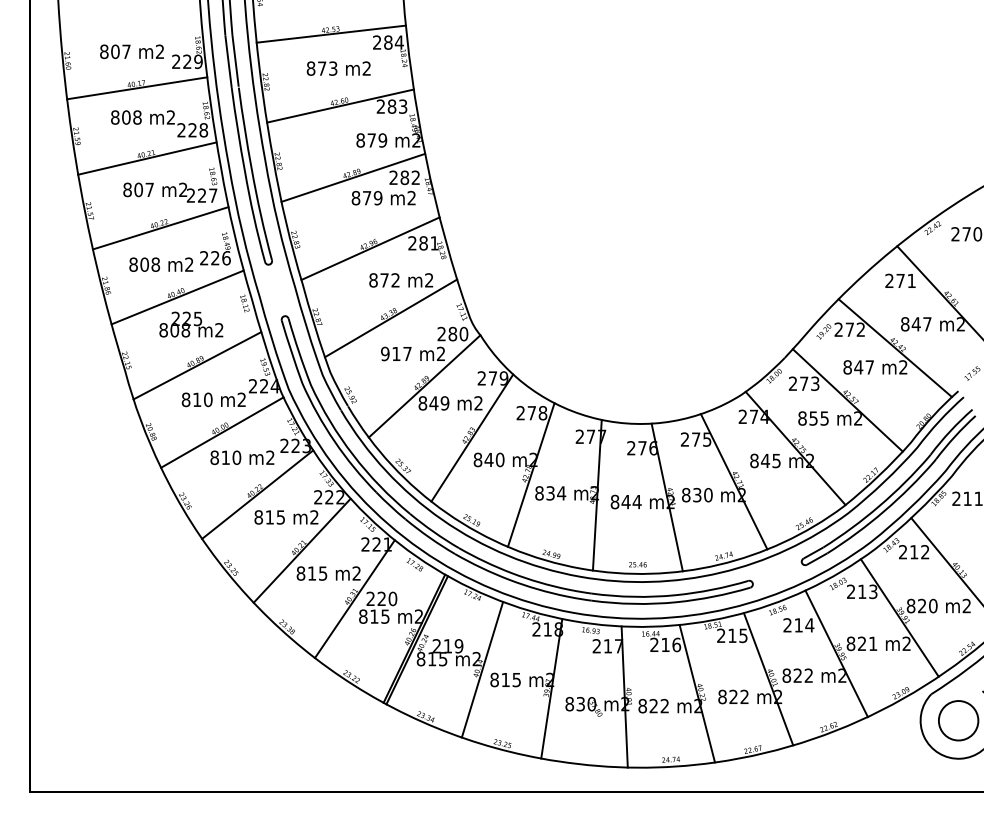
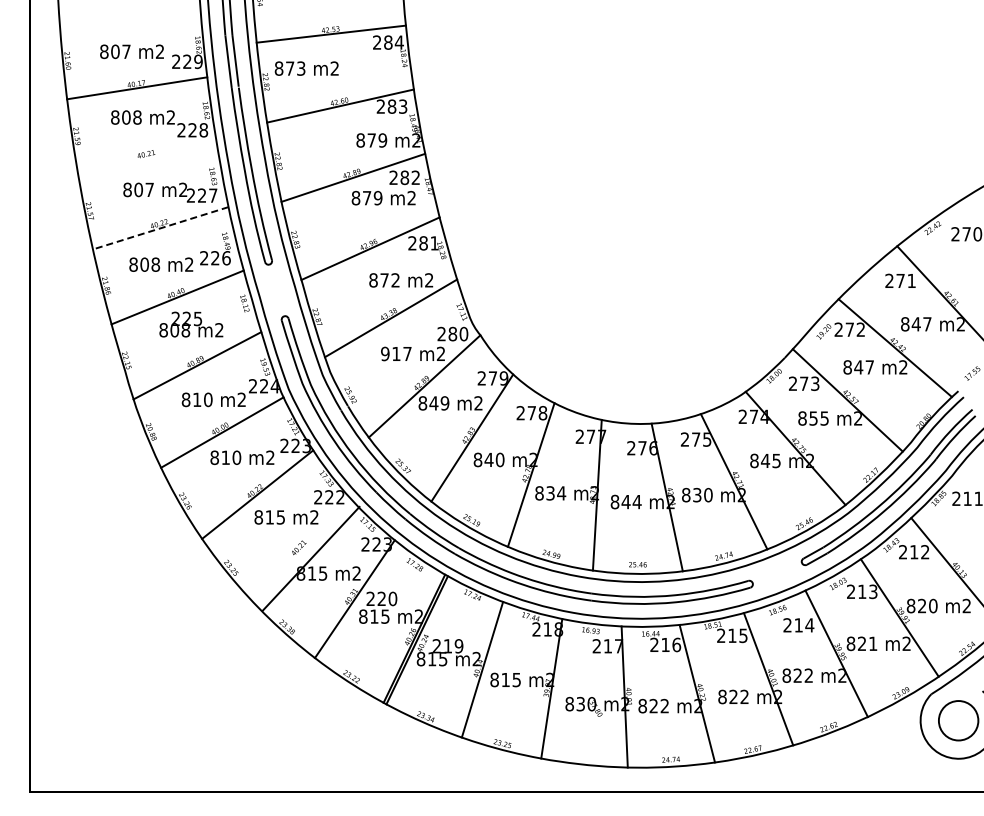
text at (338, 68) position: (338, 68) -> (306, 68)
line at (147, 158): present -> none
line at (160, 228): solid -> dashed
text at (387, 544): 221 -> 223
line at (301, 550) position: (301, 550) -> (310, 558)
